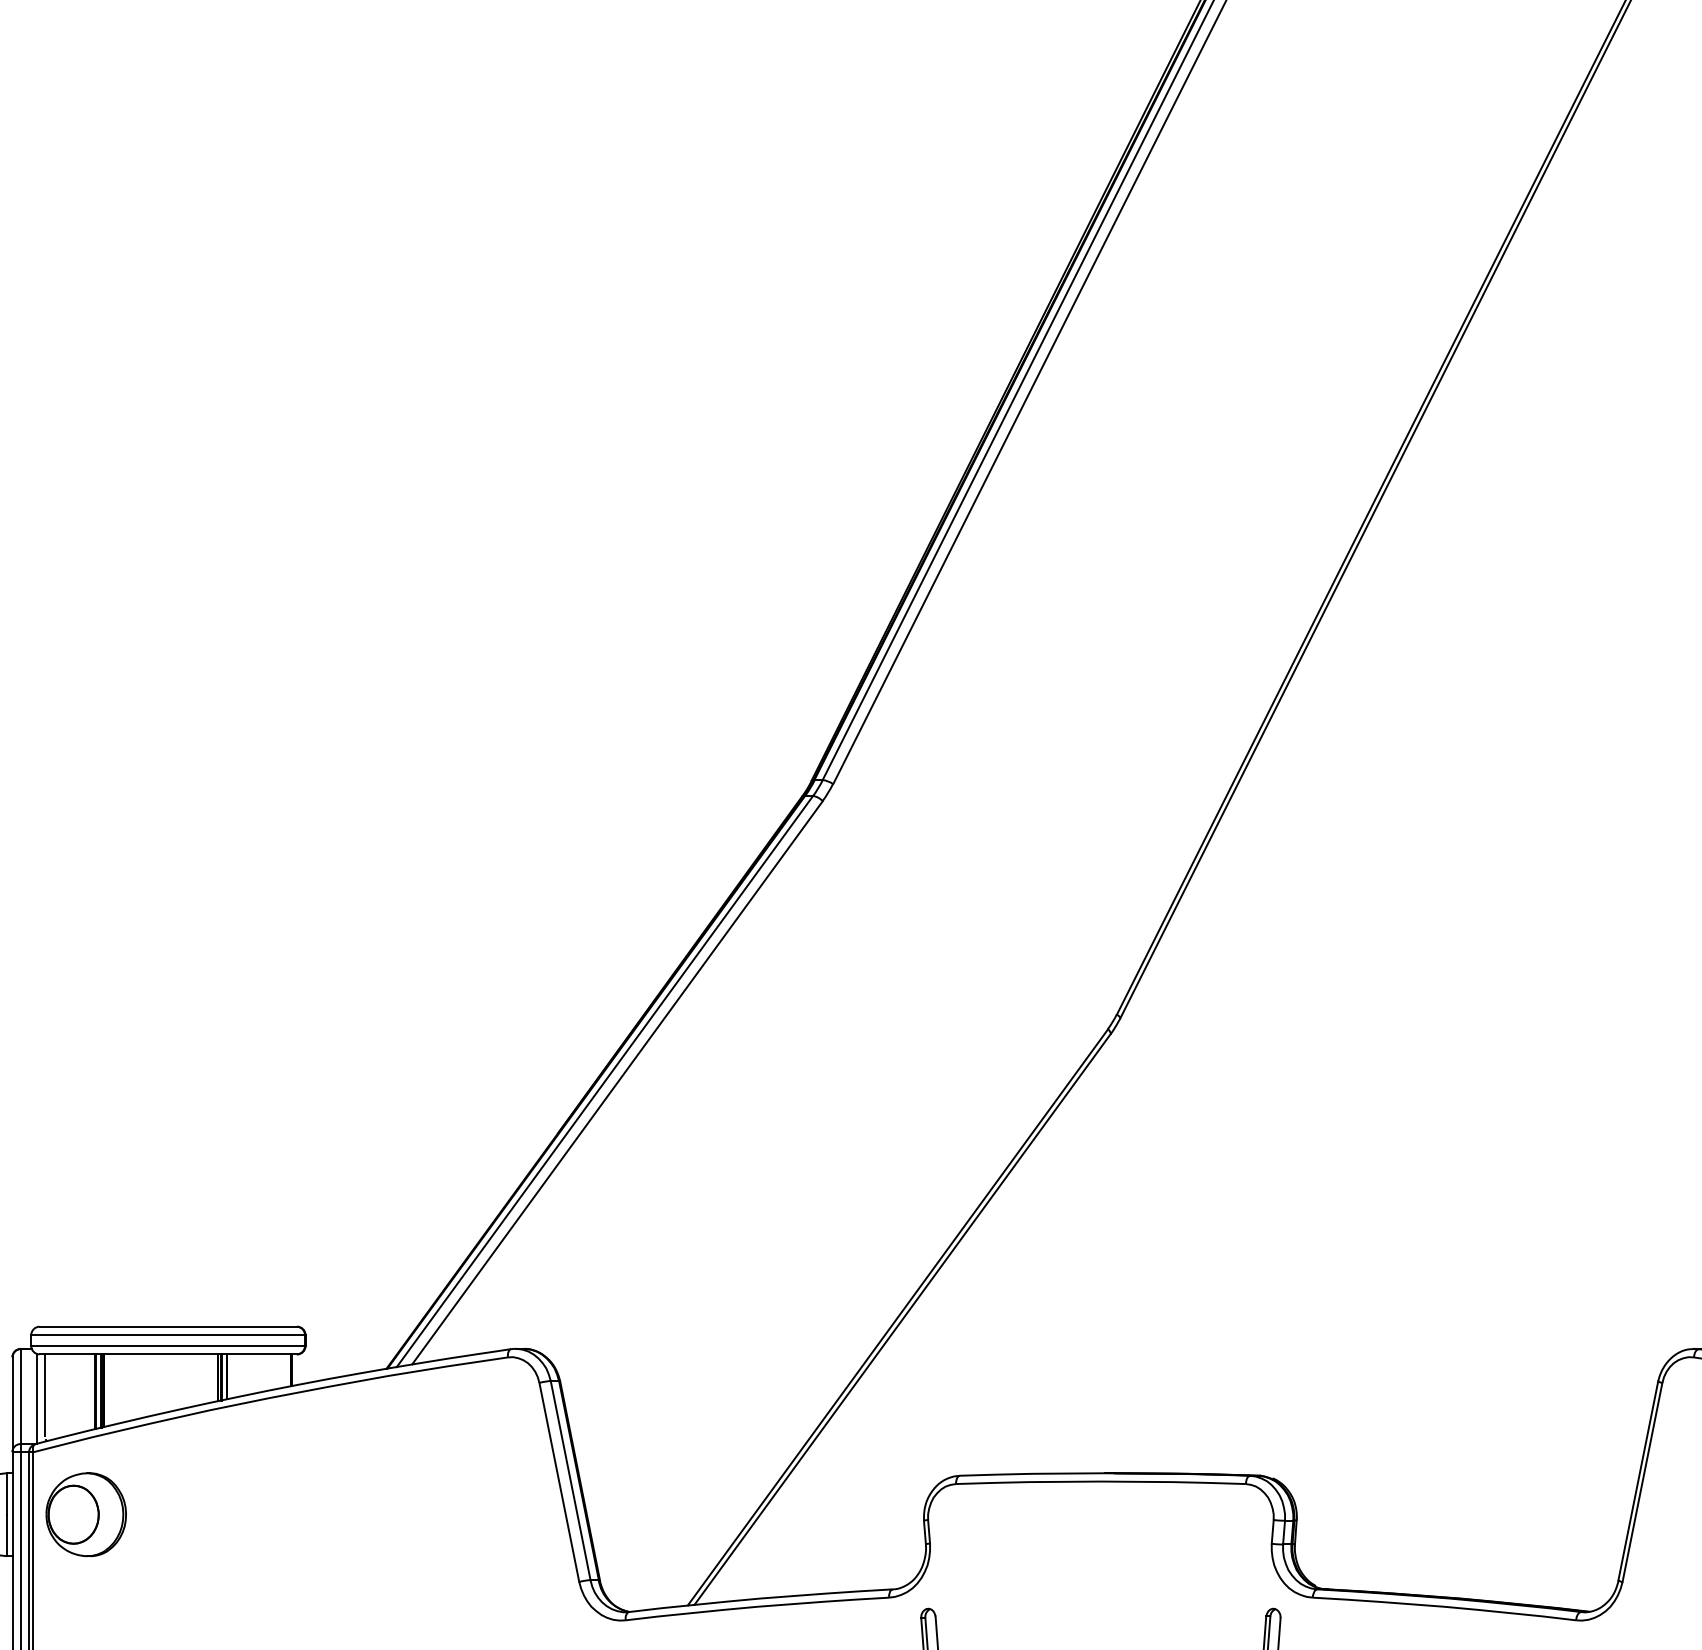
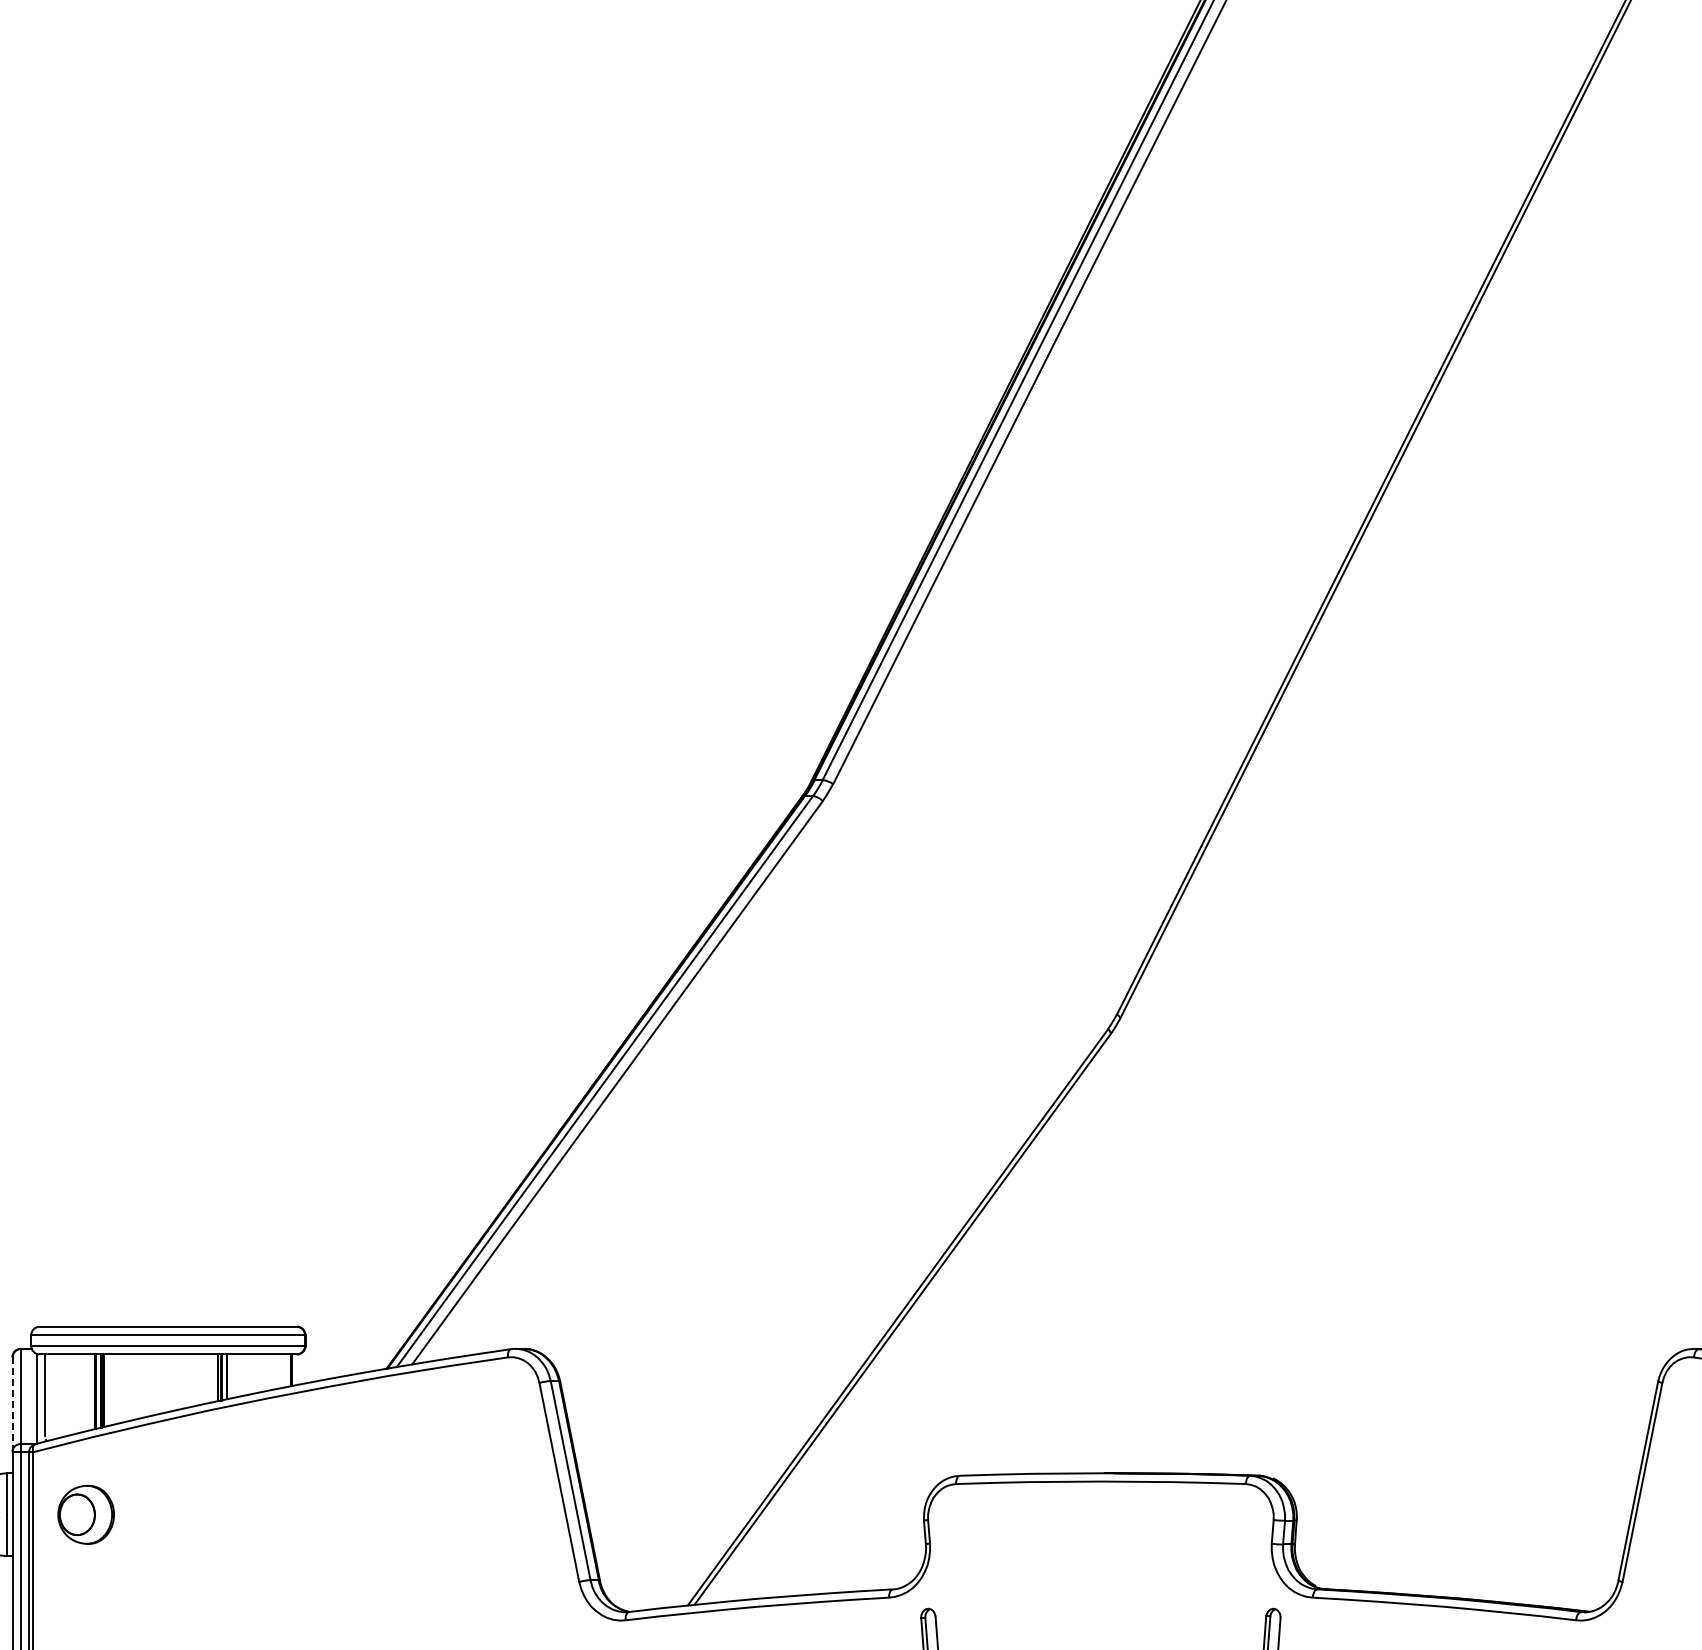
line at (12, 1404): solid -> dashed
part at (85, 1514) size: 82x86 px -> 58x61 px
